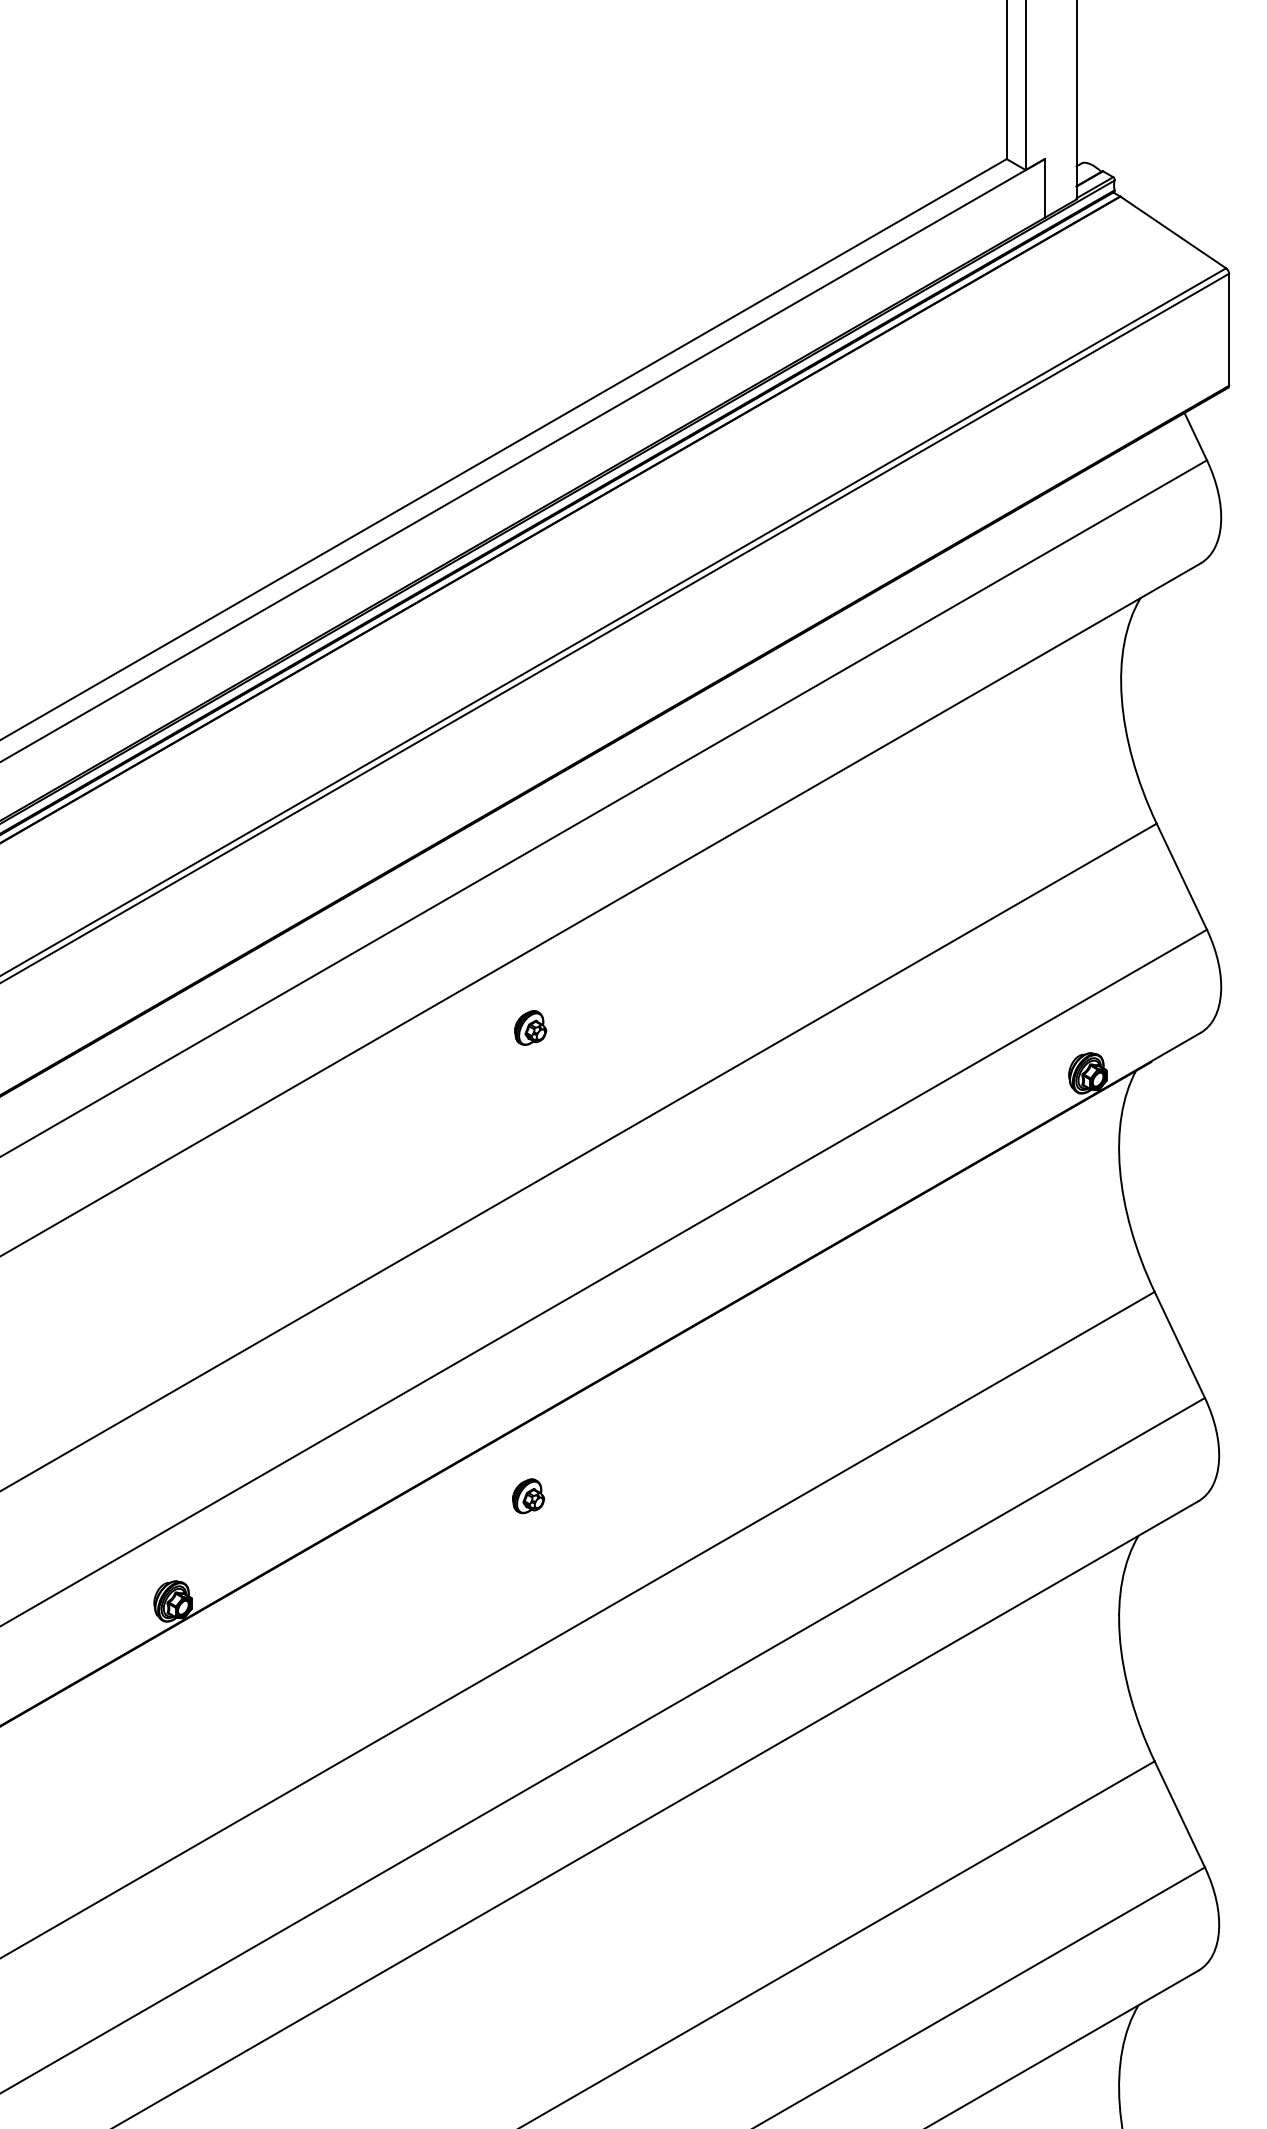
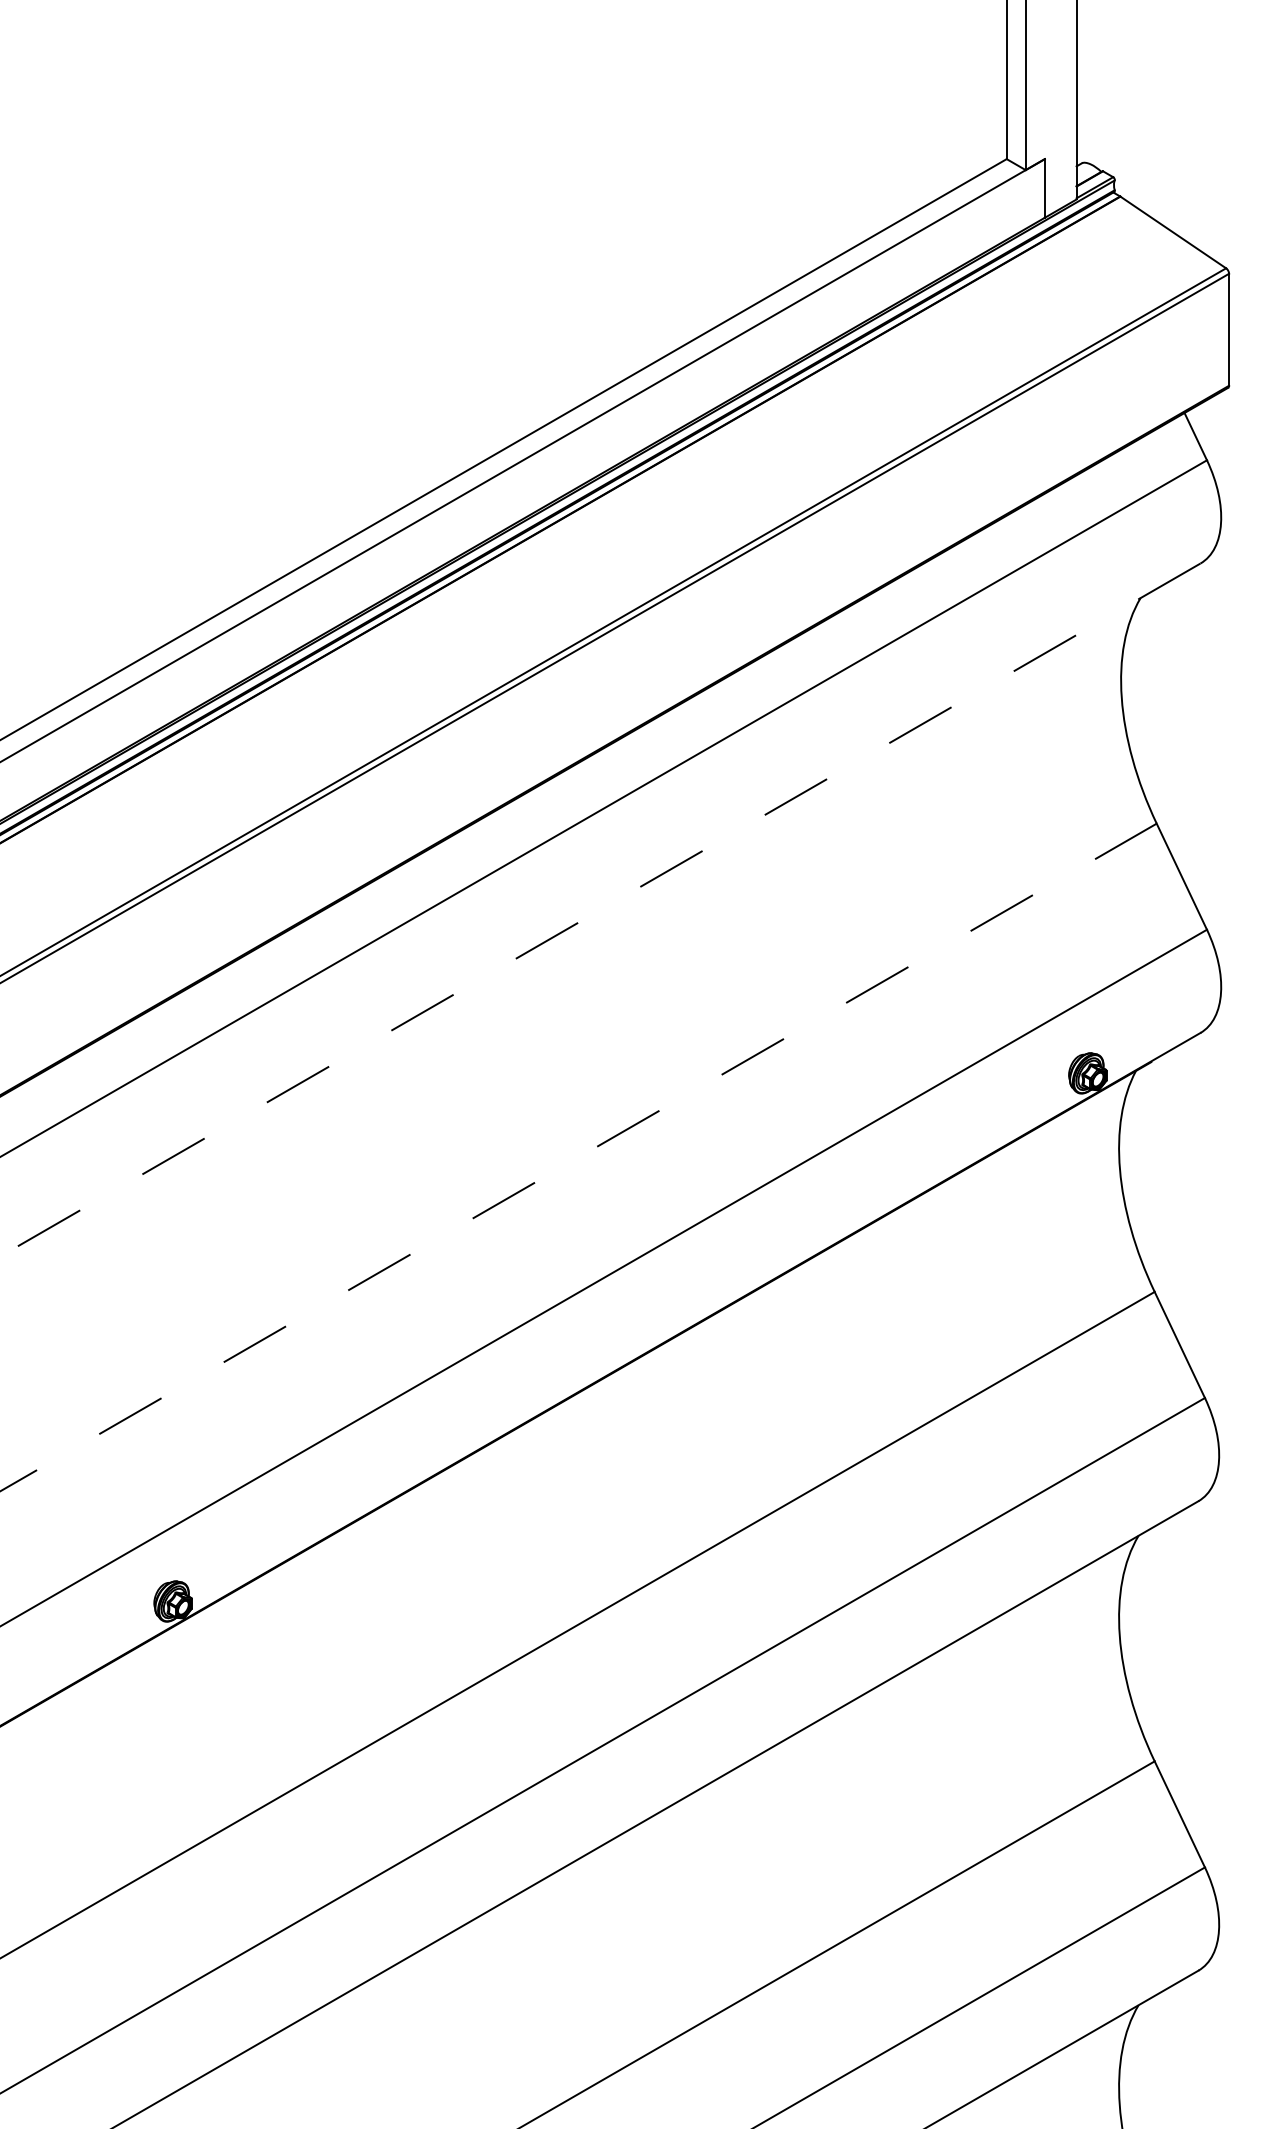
line at (600, 910): solid -> dashed
part at (530, 1027): present -> none
line at (579, 1157): solid -> dashed
part at (528, 1496): present -> none
